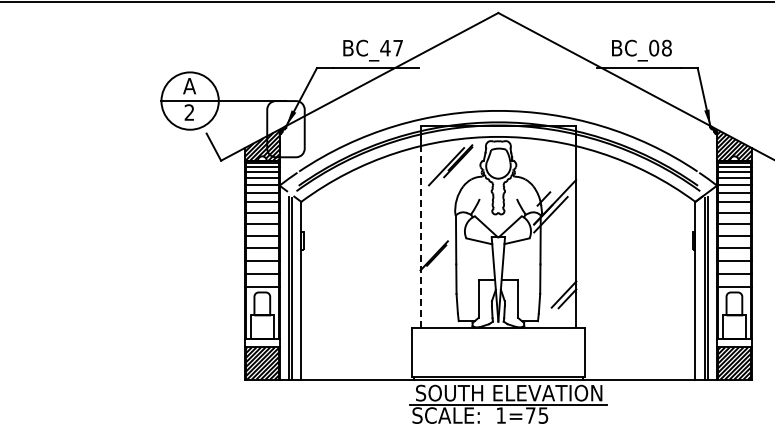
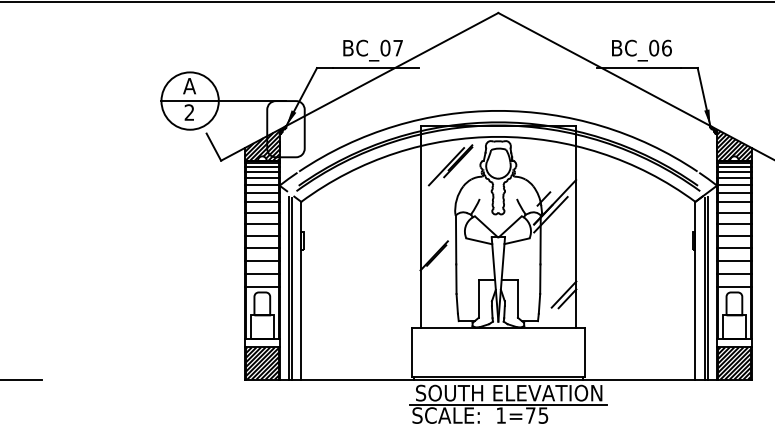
text at (385, 47): BC_47 -> BC_07
text at (666, 47): BC_08 -> BC_06
line at (420, 226): dashed -> solid
line at (22, 379): none -> present
